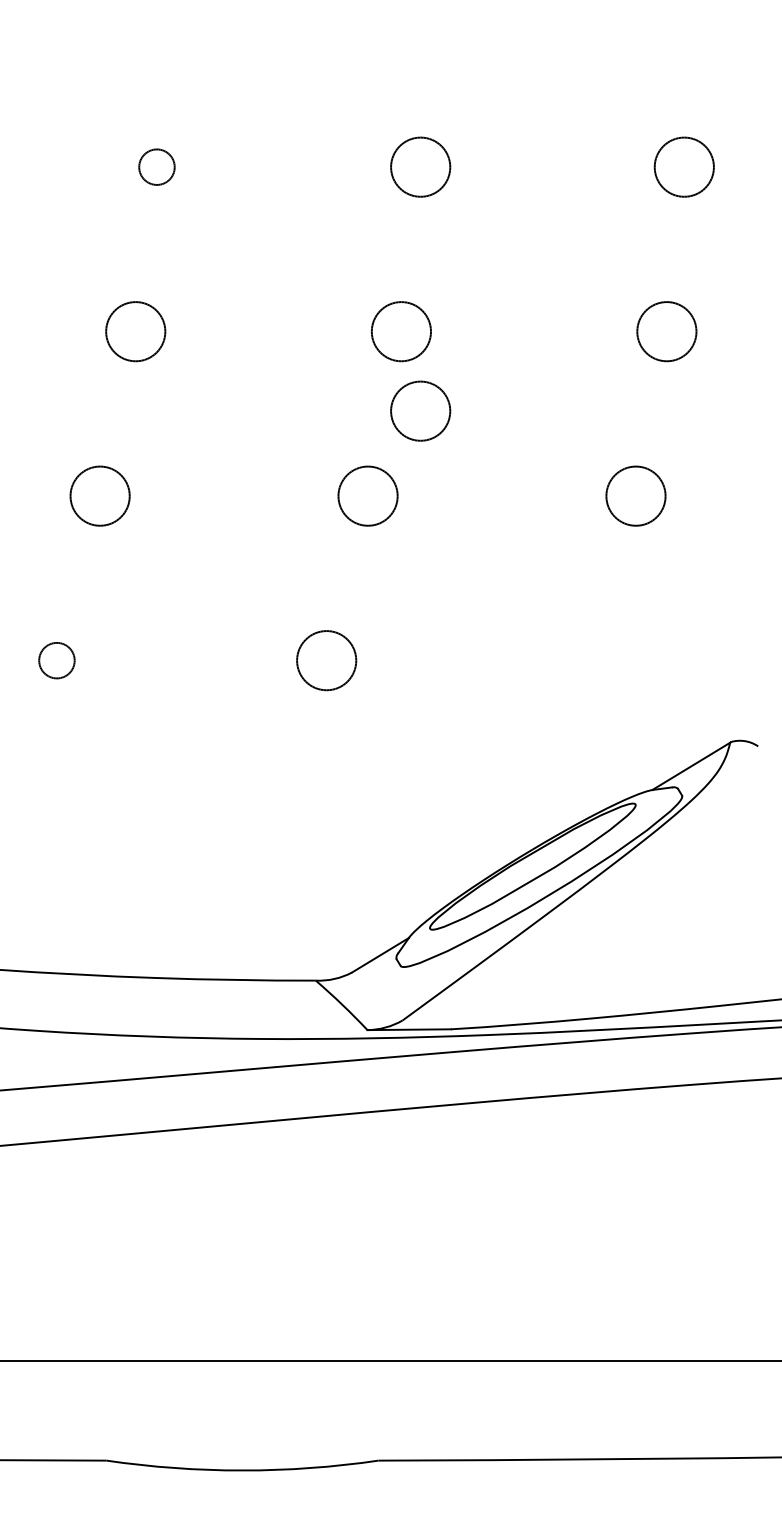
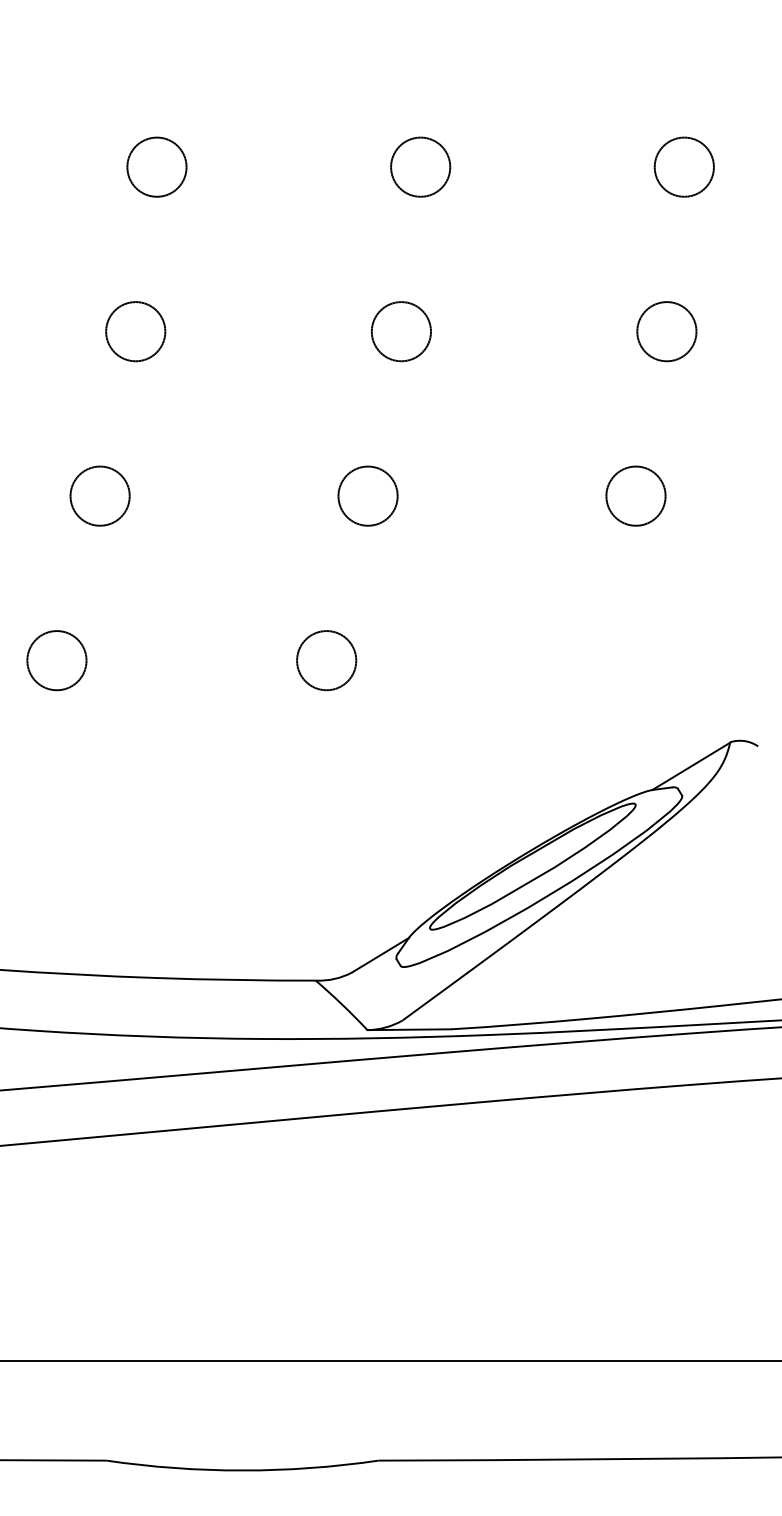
circle at (156, 166) diameter: 36 px -> 59 px
circle at (420, 410): present -> none
circle at (56, 660) diameter: 36 px -> 59 px
